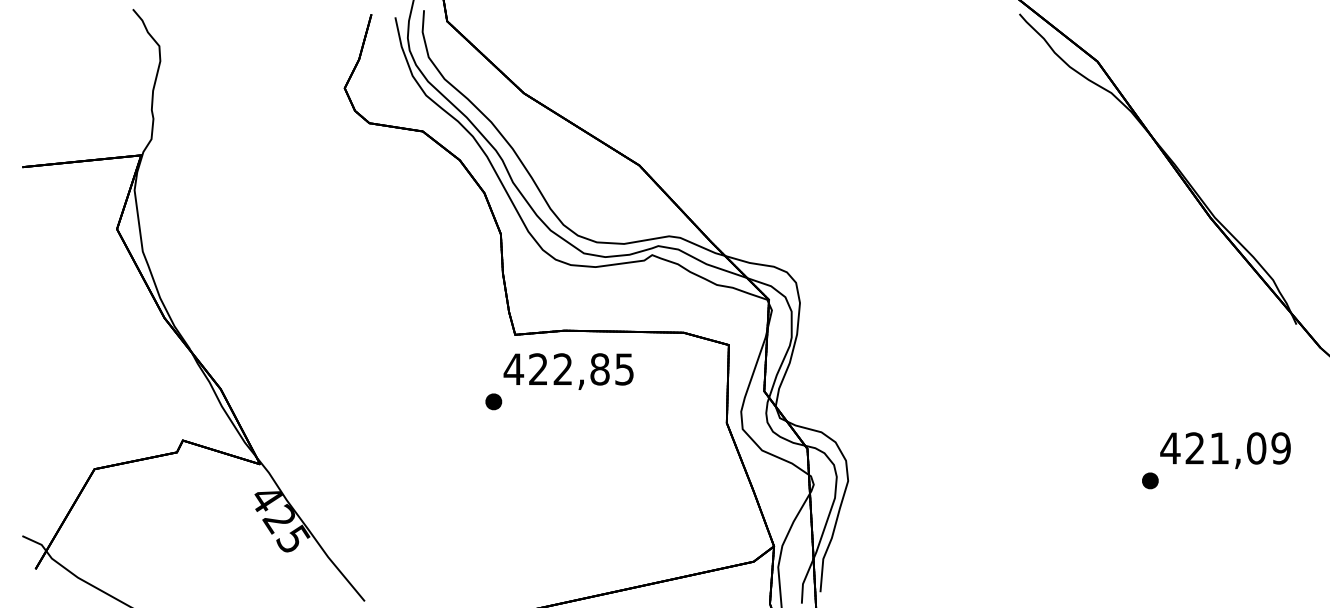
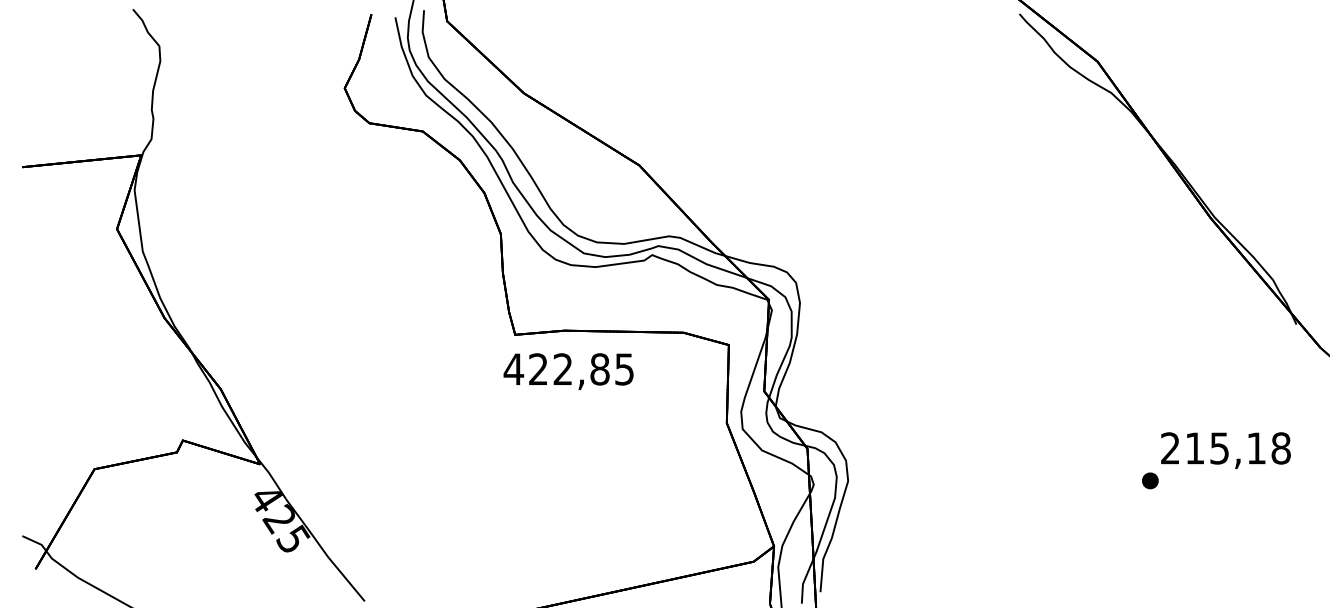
part at (493, 401): present -> none
text at (1225, 448): 421,09 -> 215,18
